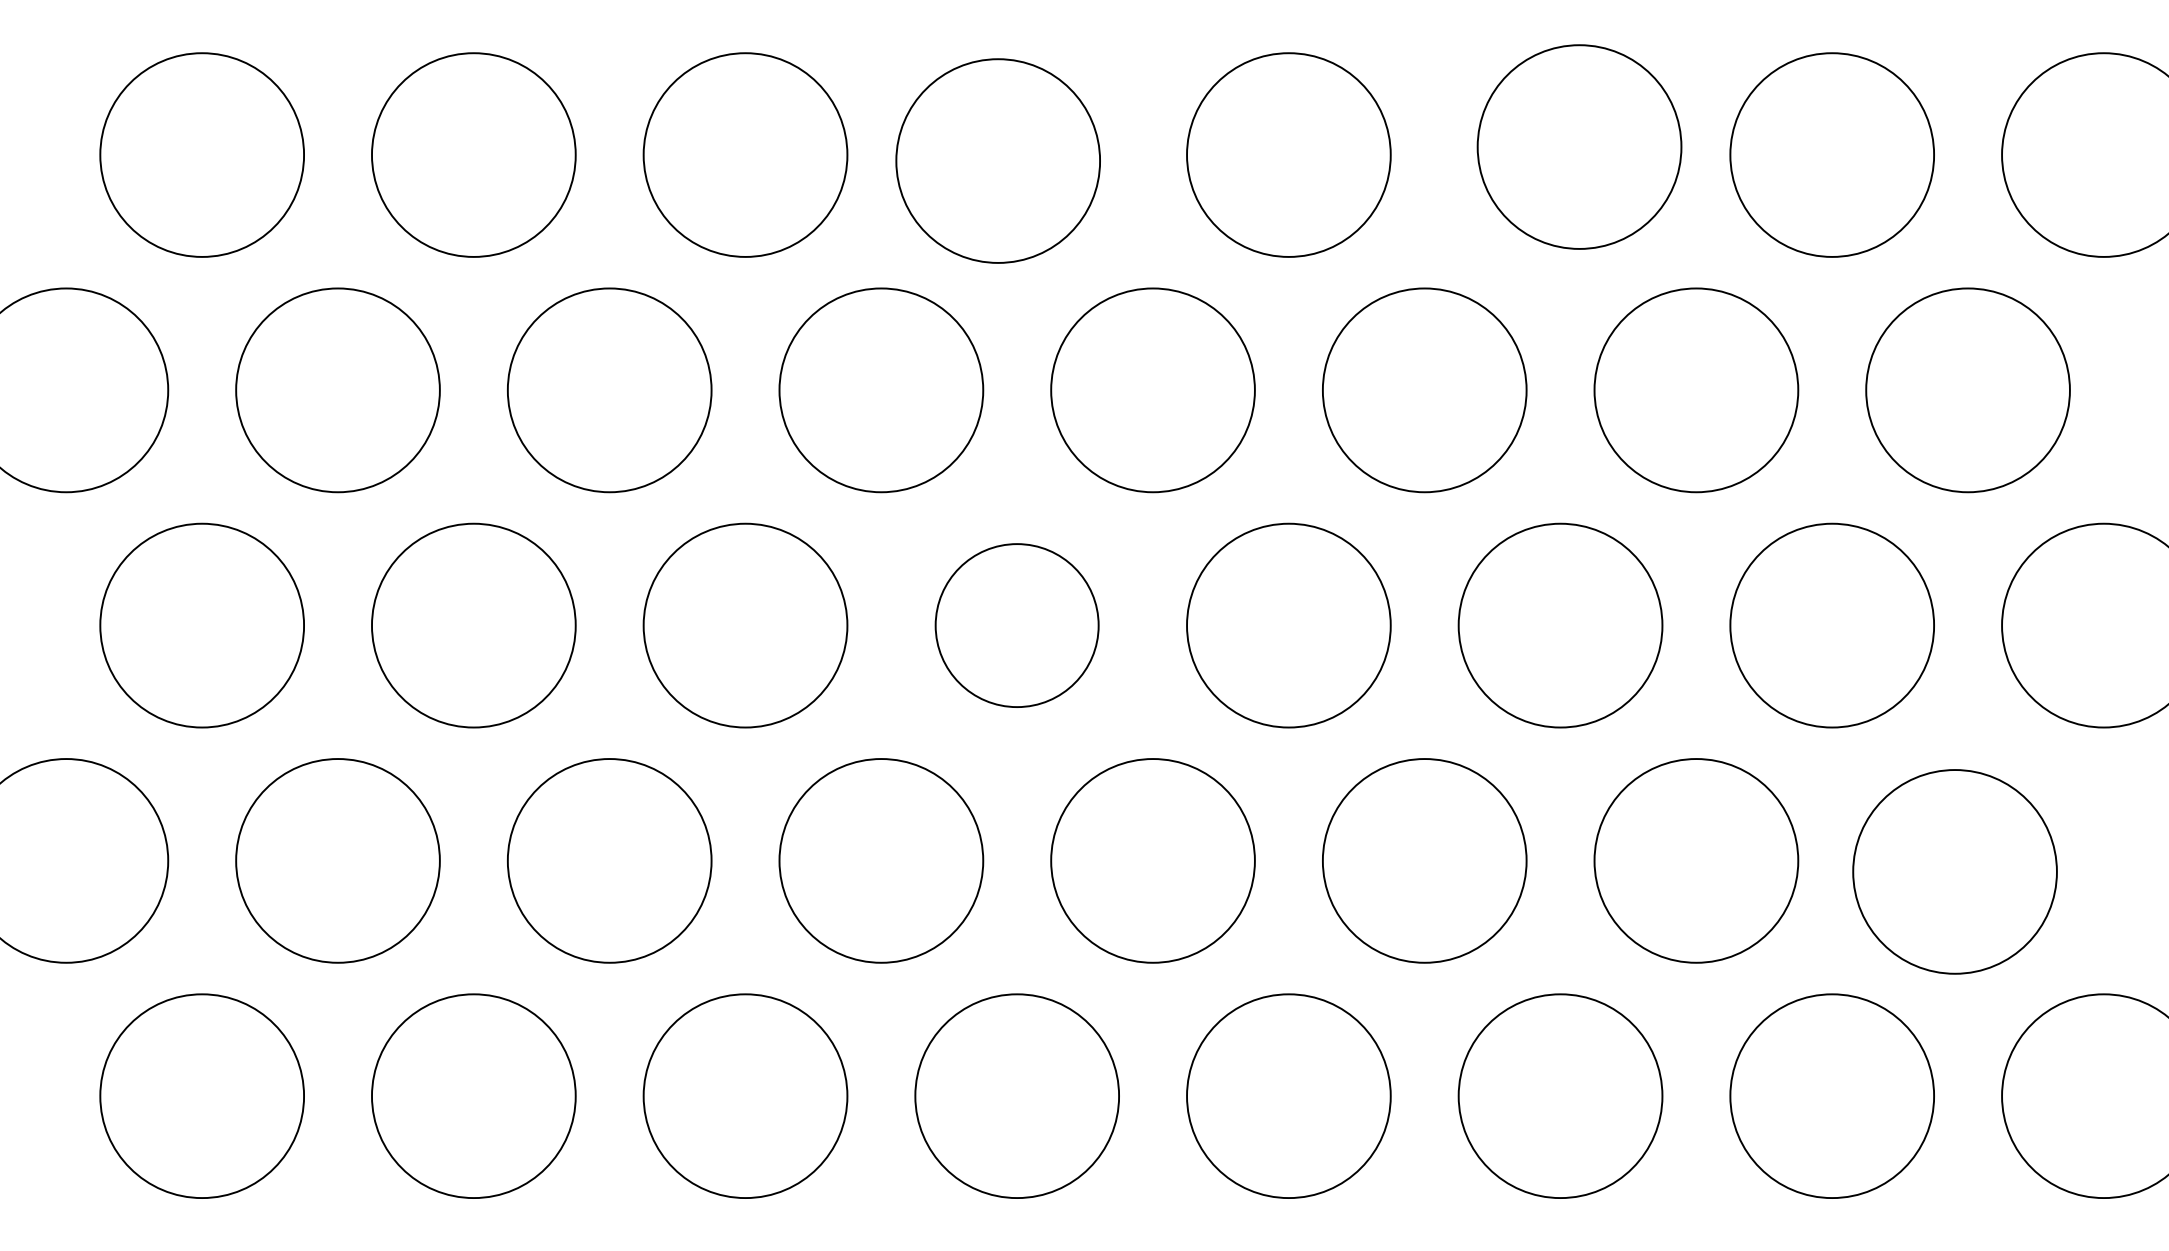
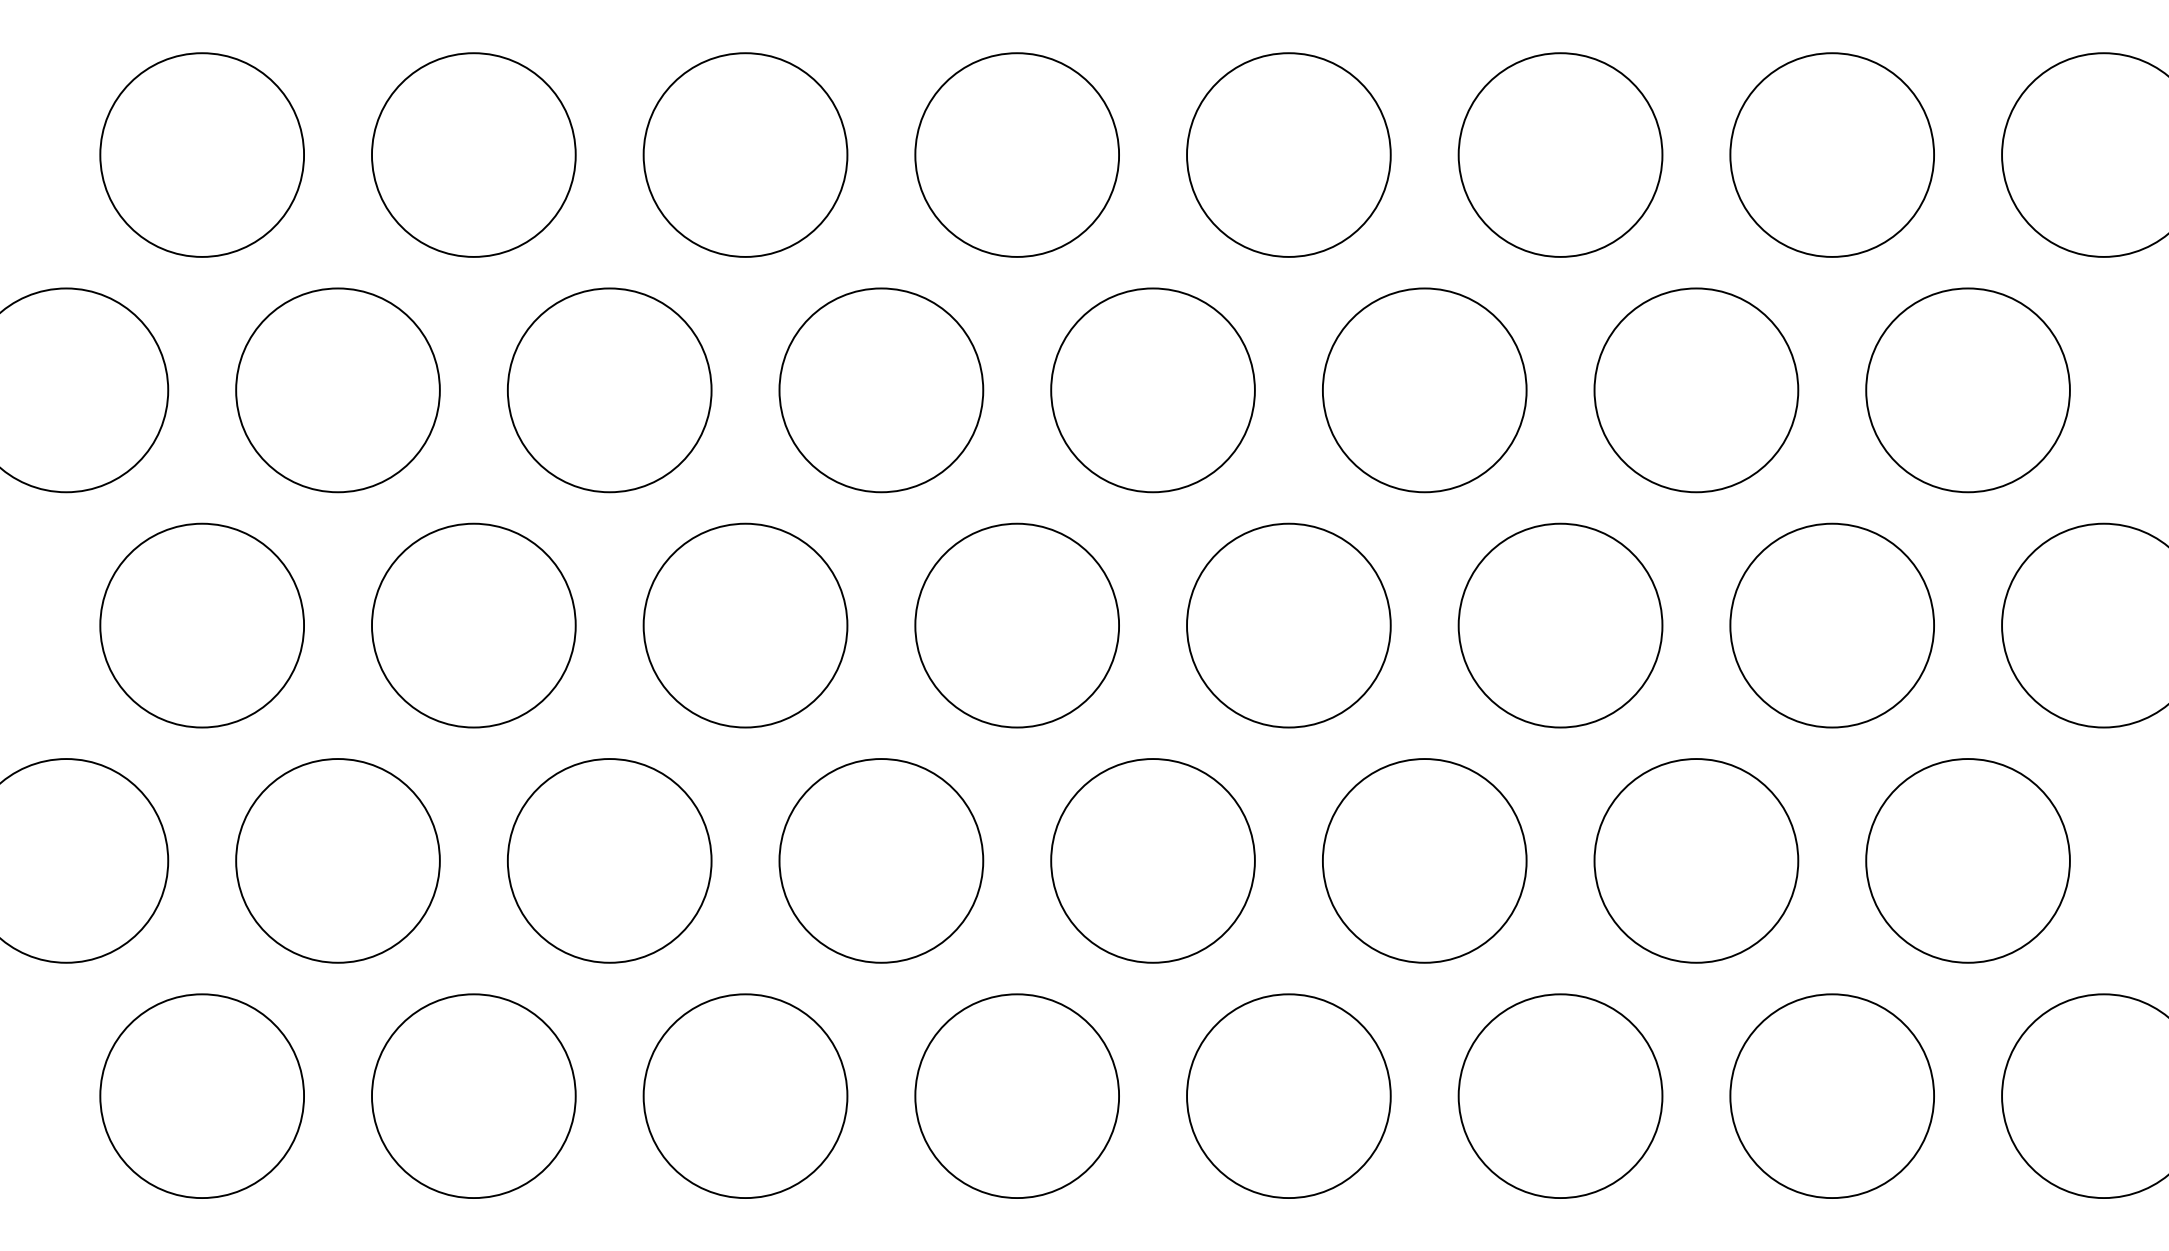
part at (1579, 146) position: (1579, 146) -> (1560, 154)
part at (997, 160) position: (997, 160) -> (1016, 154)
part at (1016, 625) size: 166x165 px -> 206x207 px
part at (1954, 871) position: (1954, 871) -> (1967, 860)
